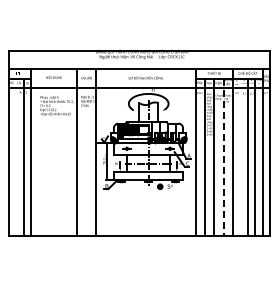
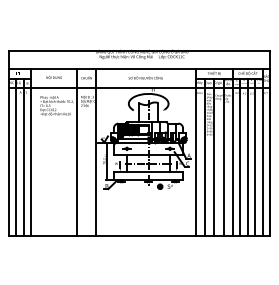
line at (16, 156): none -> present
line at (240, 156): none -> present
line at (223, 157): dashed -> solid
